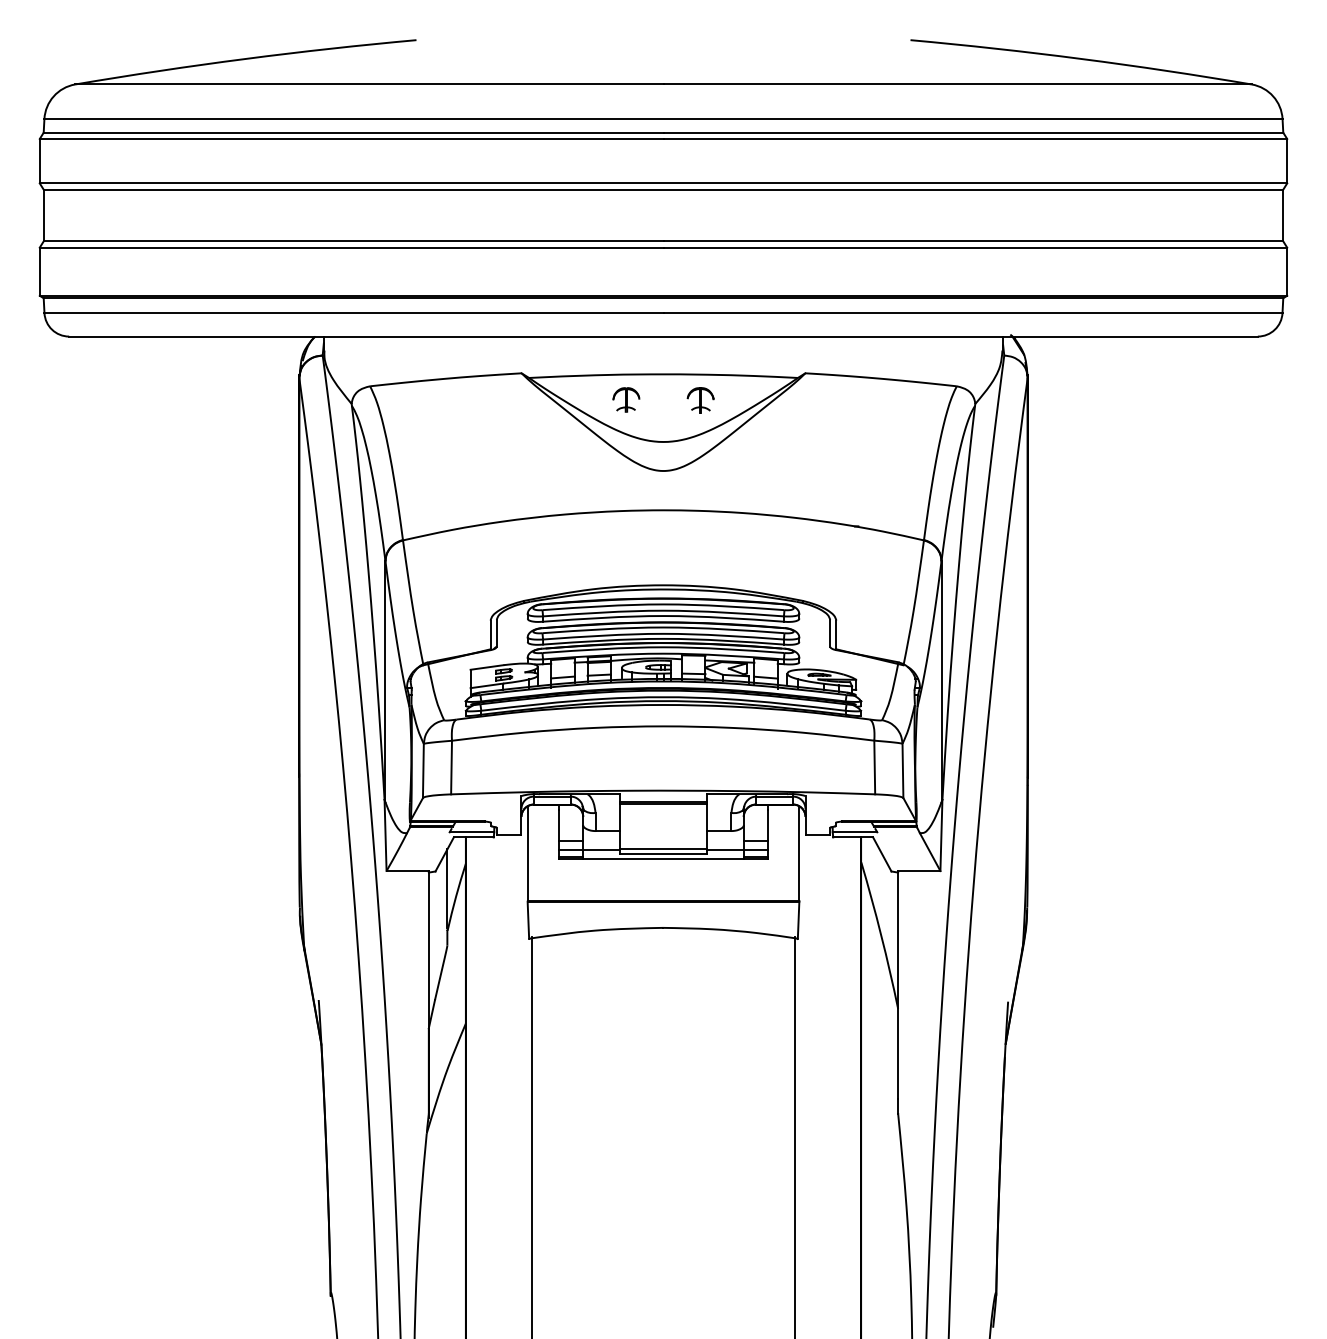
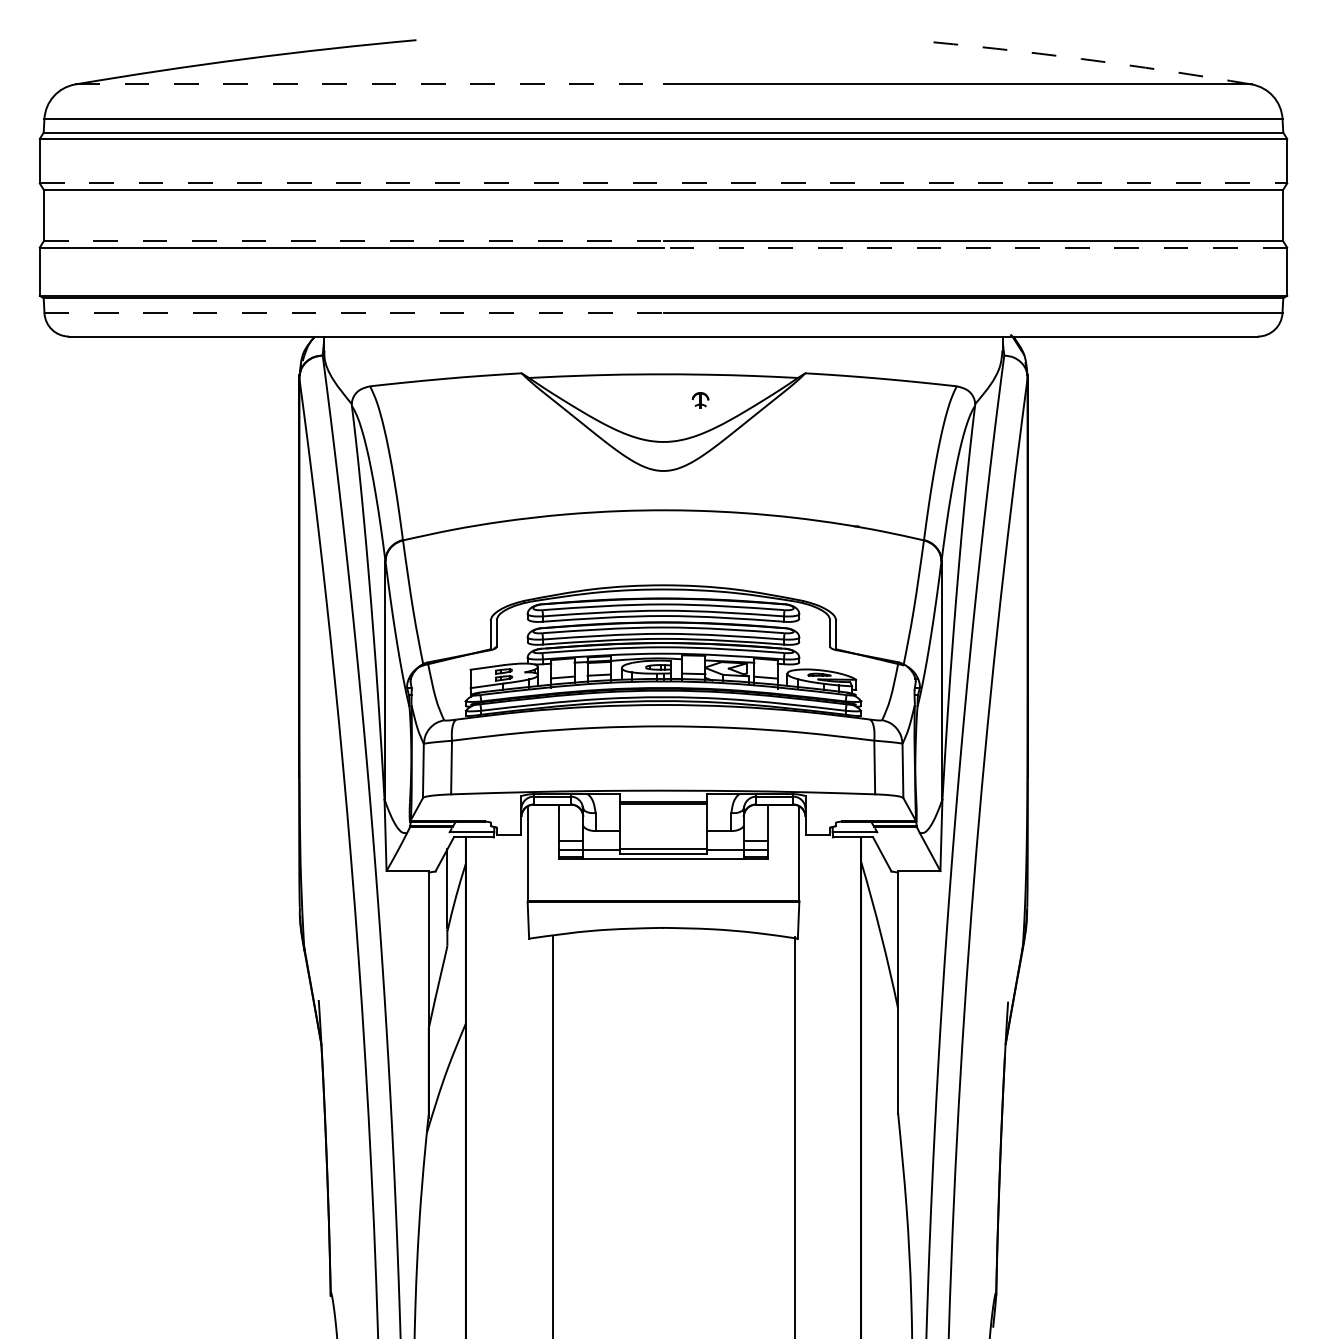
arc at (1081, 58): solid -> dashed
line at (369, 84): solid -> dashed
line at (663, 183): solid -> dashed
line at (353, 241): solid -> dashed
line at (975, 247): solid -> dashed
line at (353, 313): solid -> dashed
part at (626, 399): present -> none
part at (700, 400) size: 29x27 px -> 19x17 px
line at (531, 1135) position: (531, 1135) -> (552, 1135)
